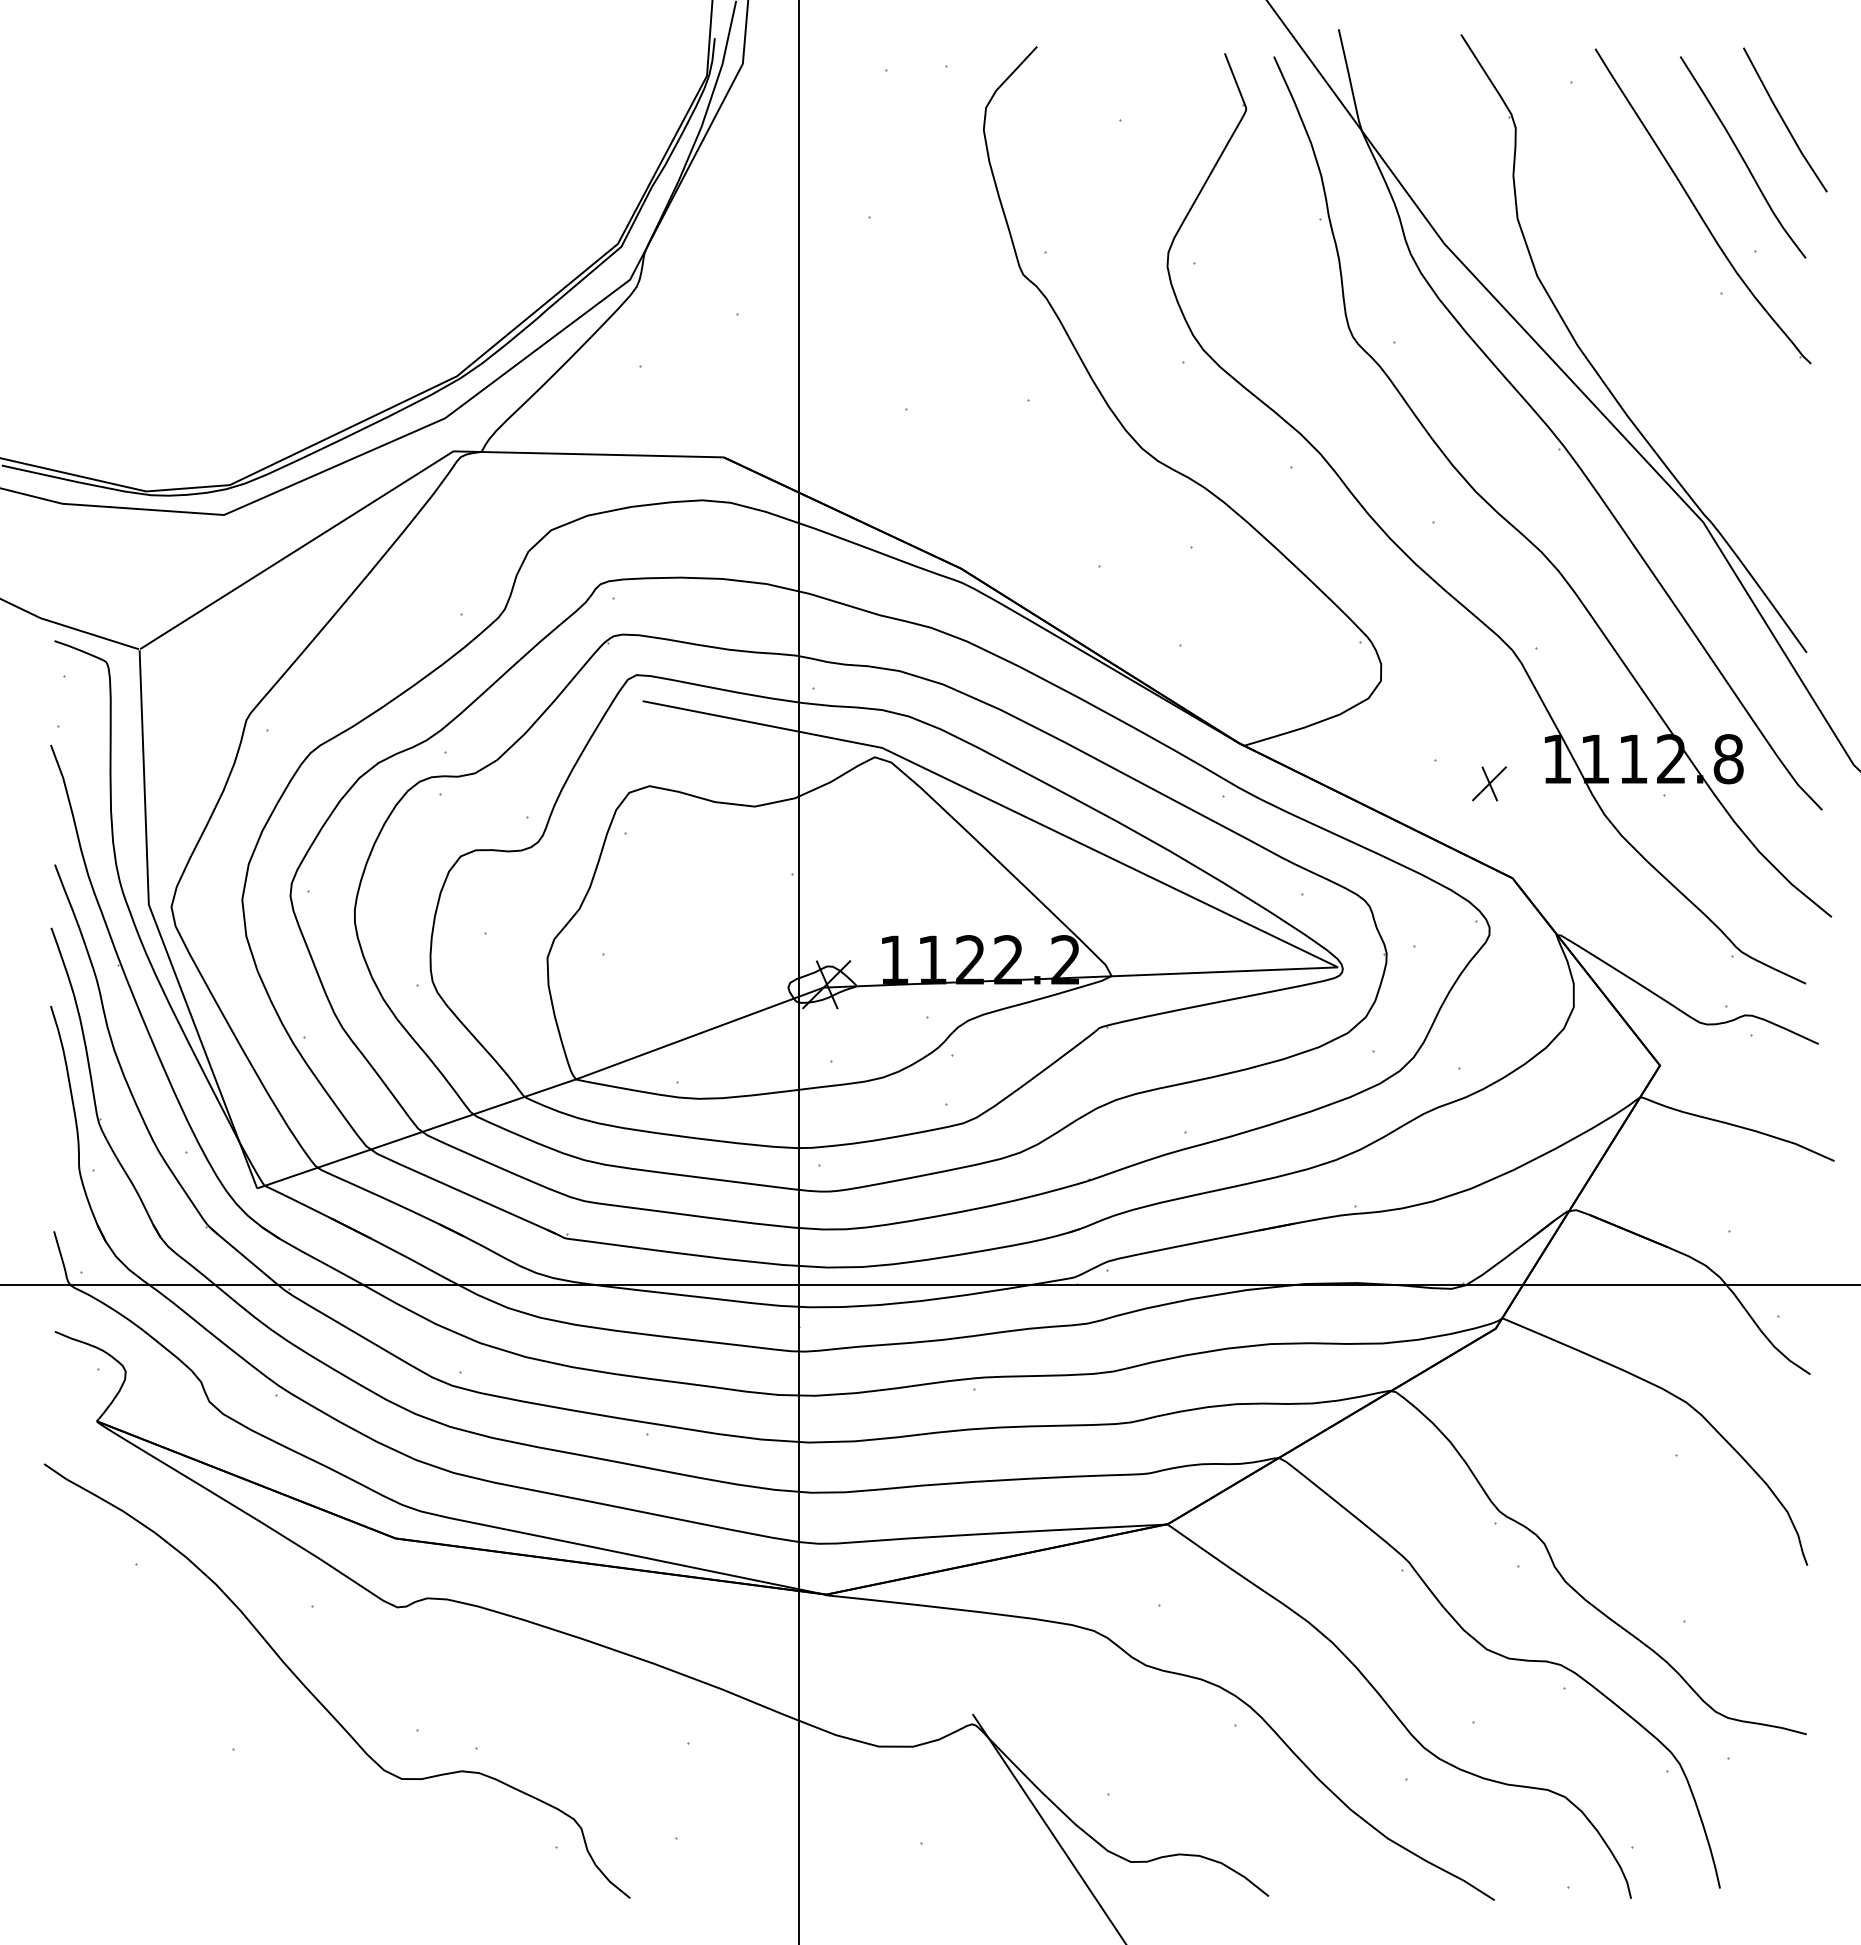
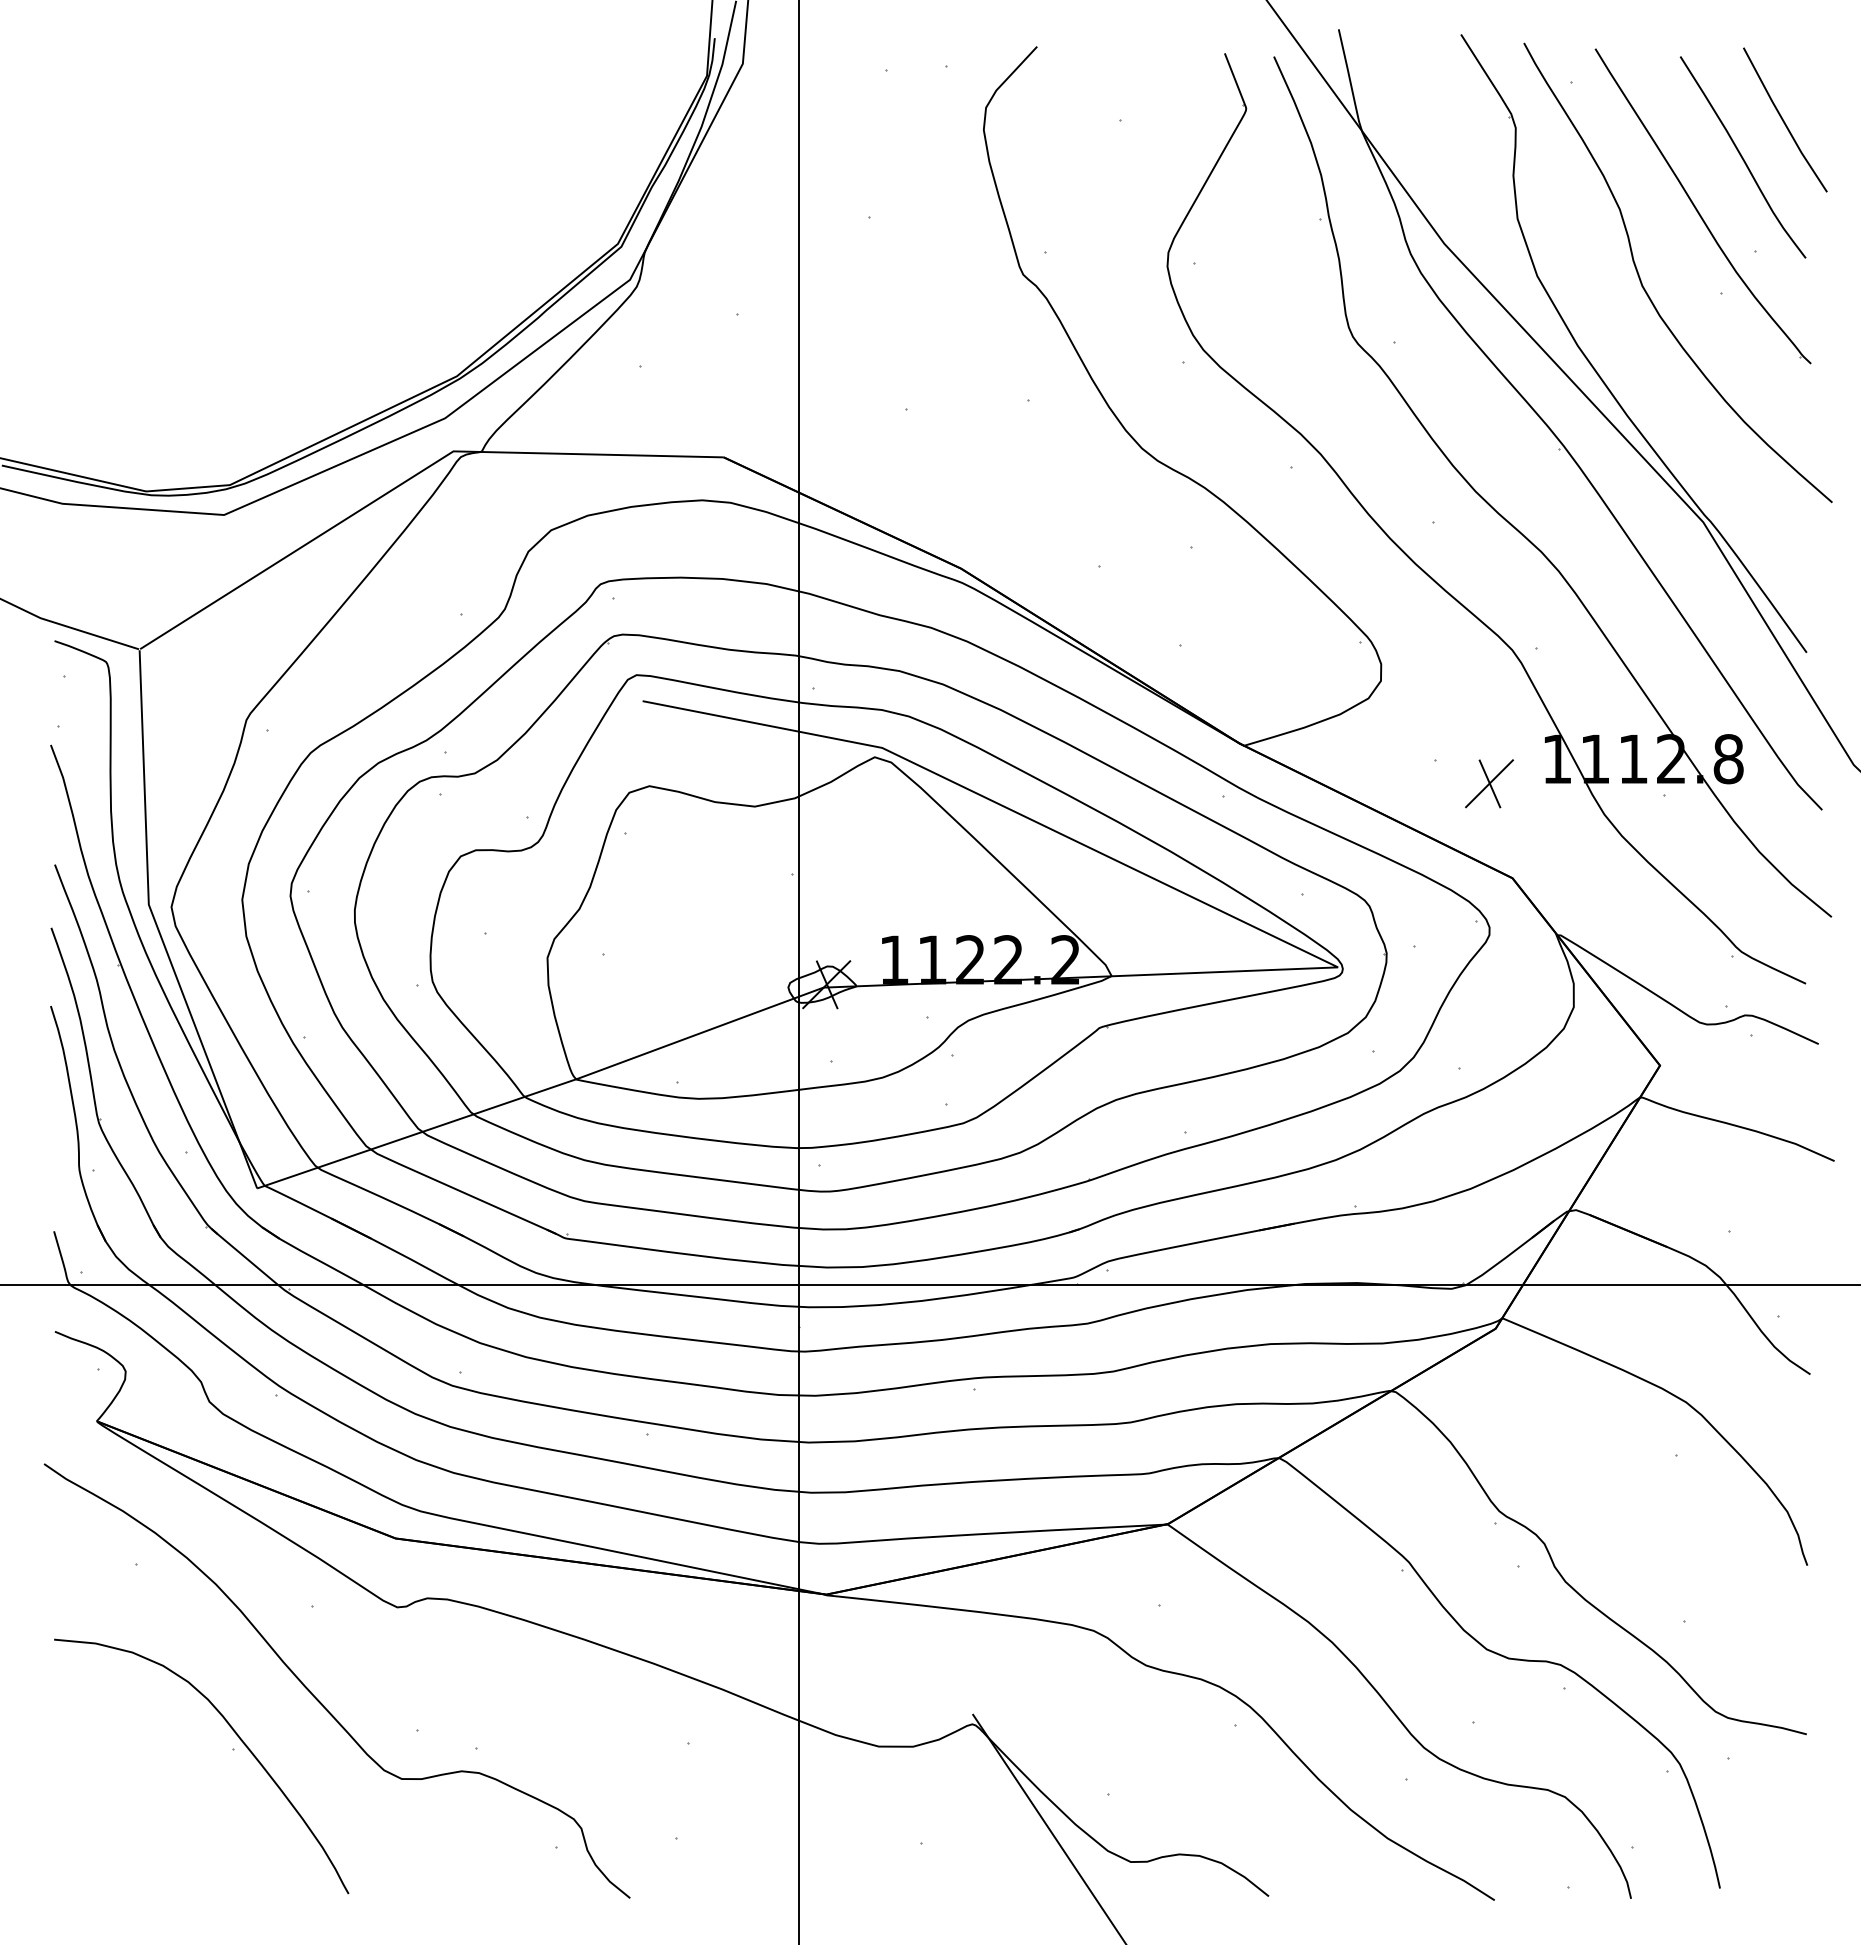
curve at (1646, 290): none -> present
part at (1489, 783) size: 35x36 px -> 49x50 px
curve at (239, 1739): none -> present
